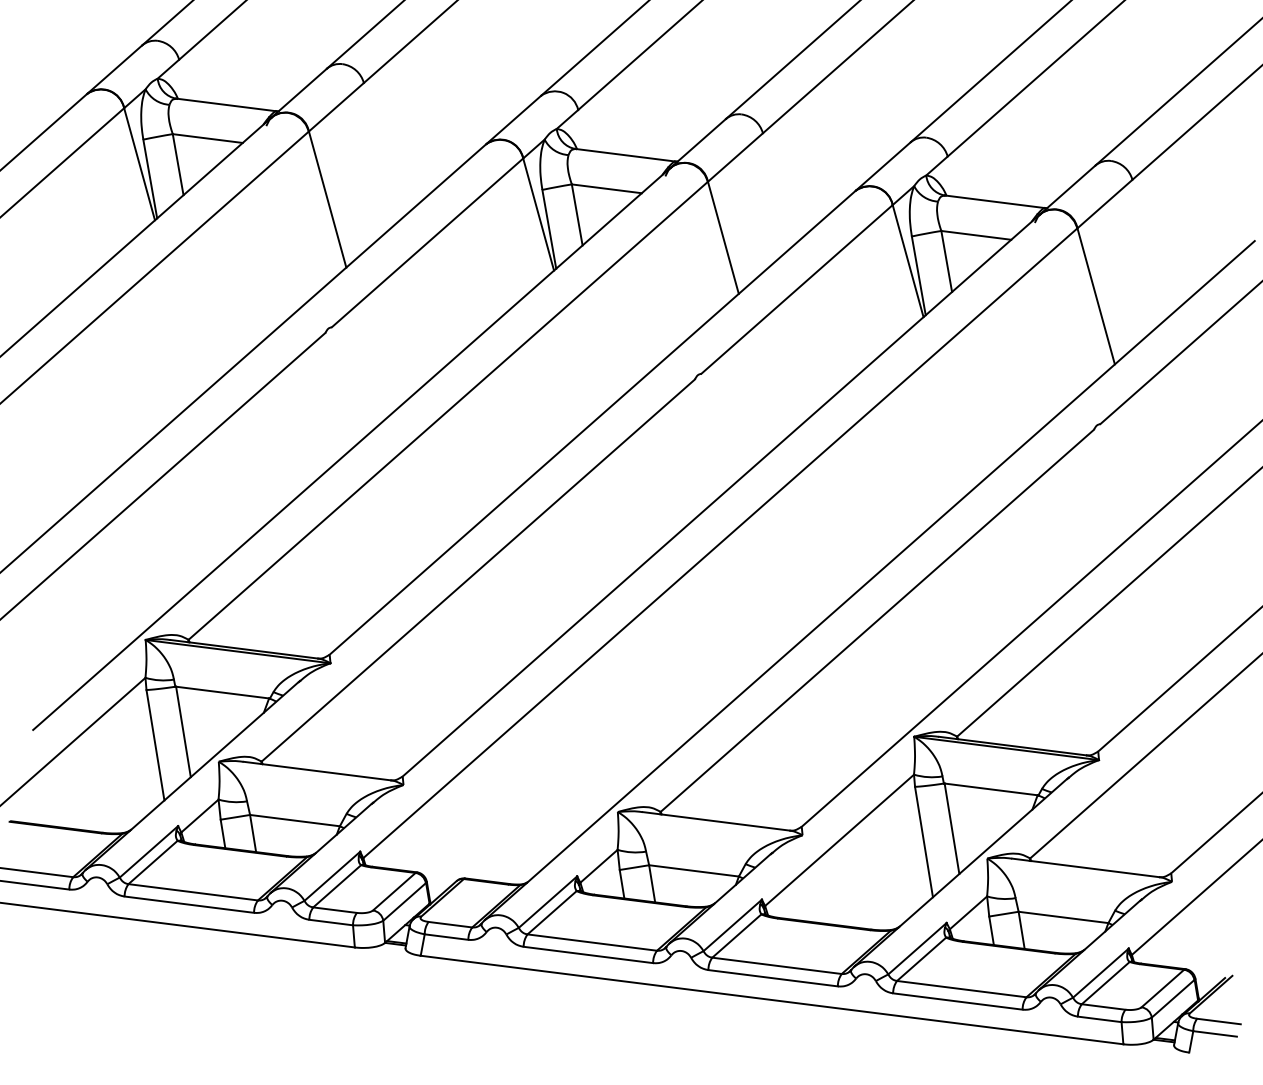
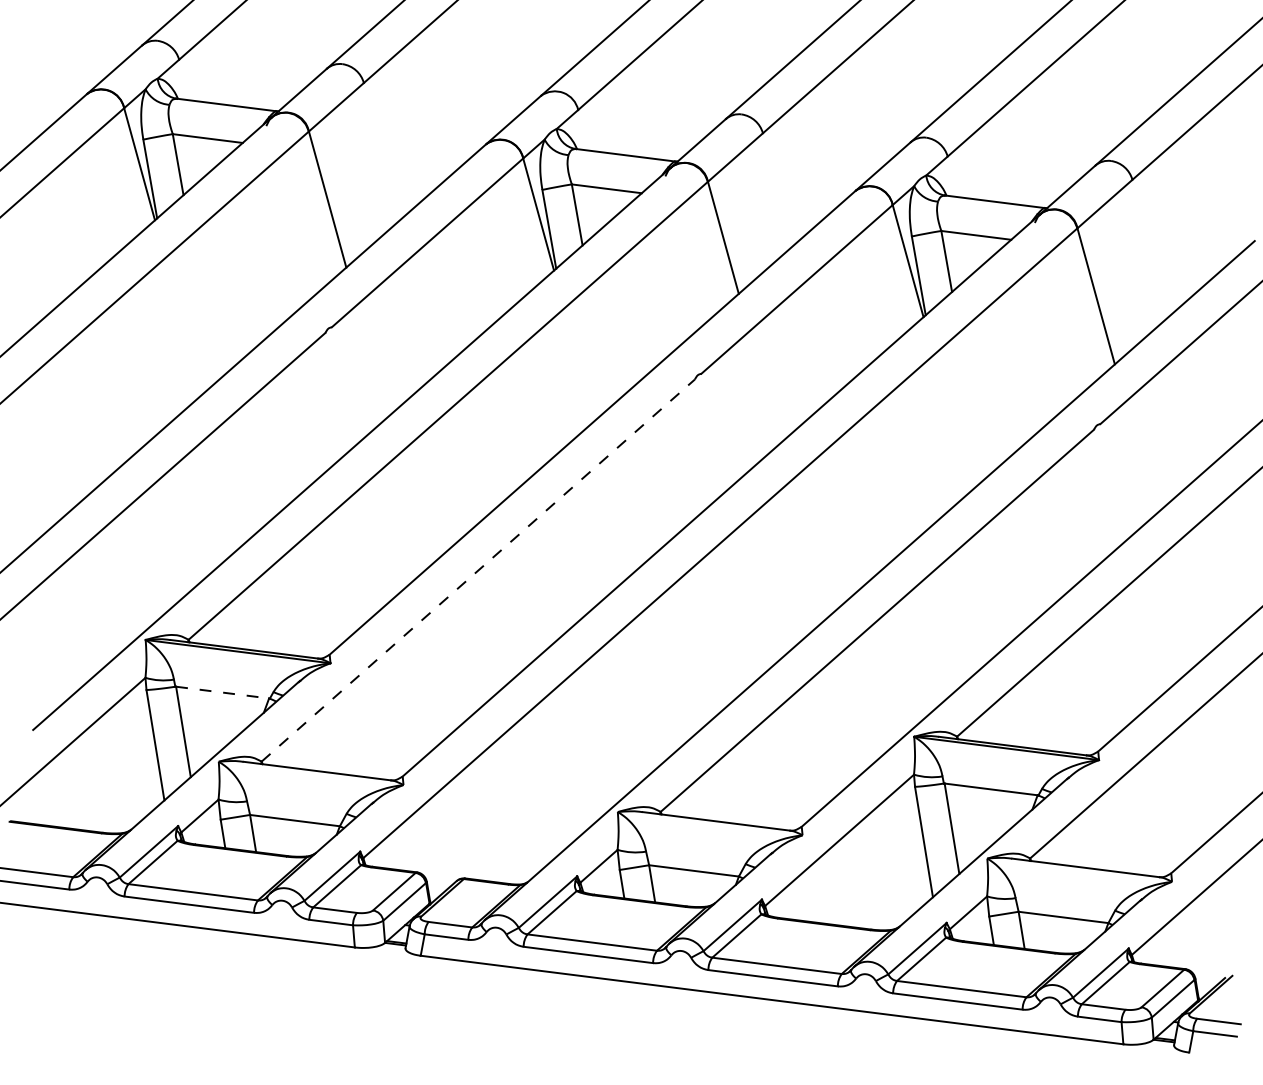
line at (478, 570): solid -> dashed
line at (222, 692): solid -> dashed
